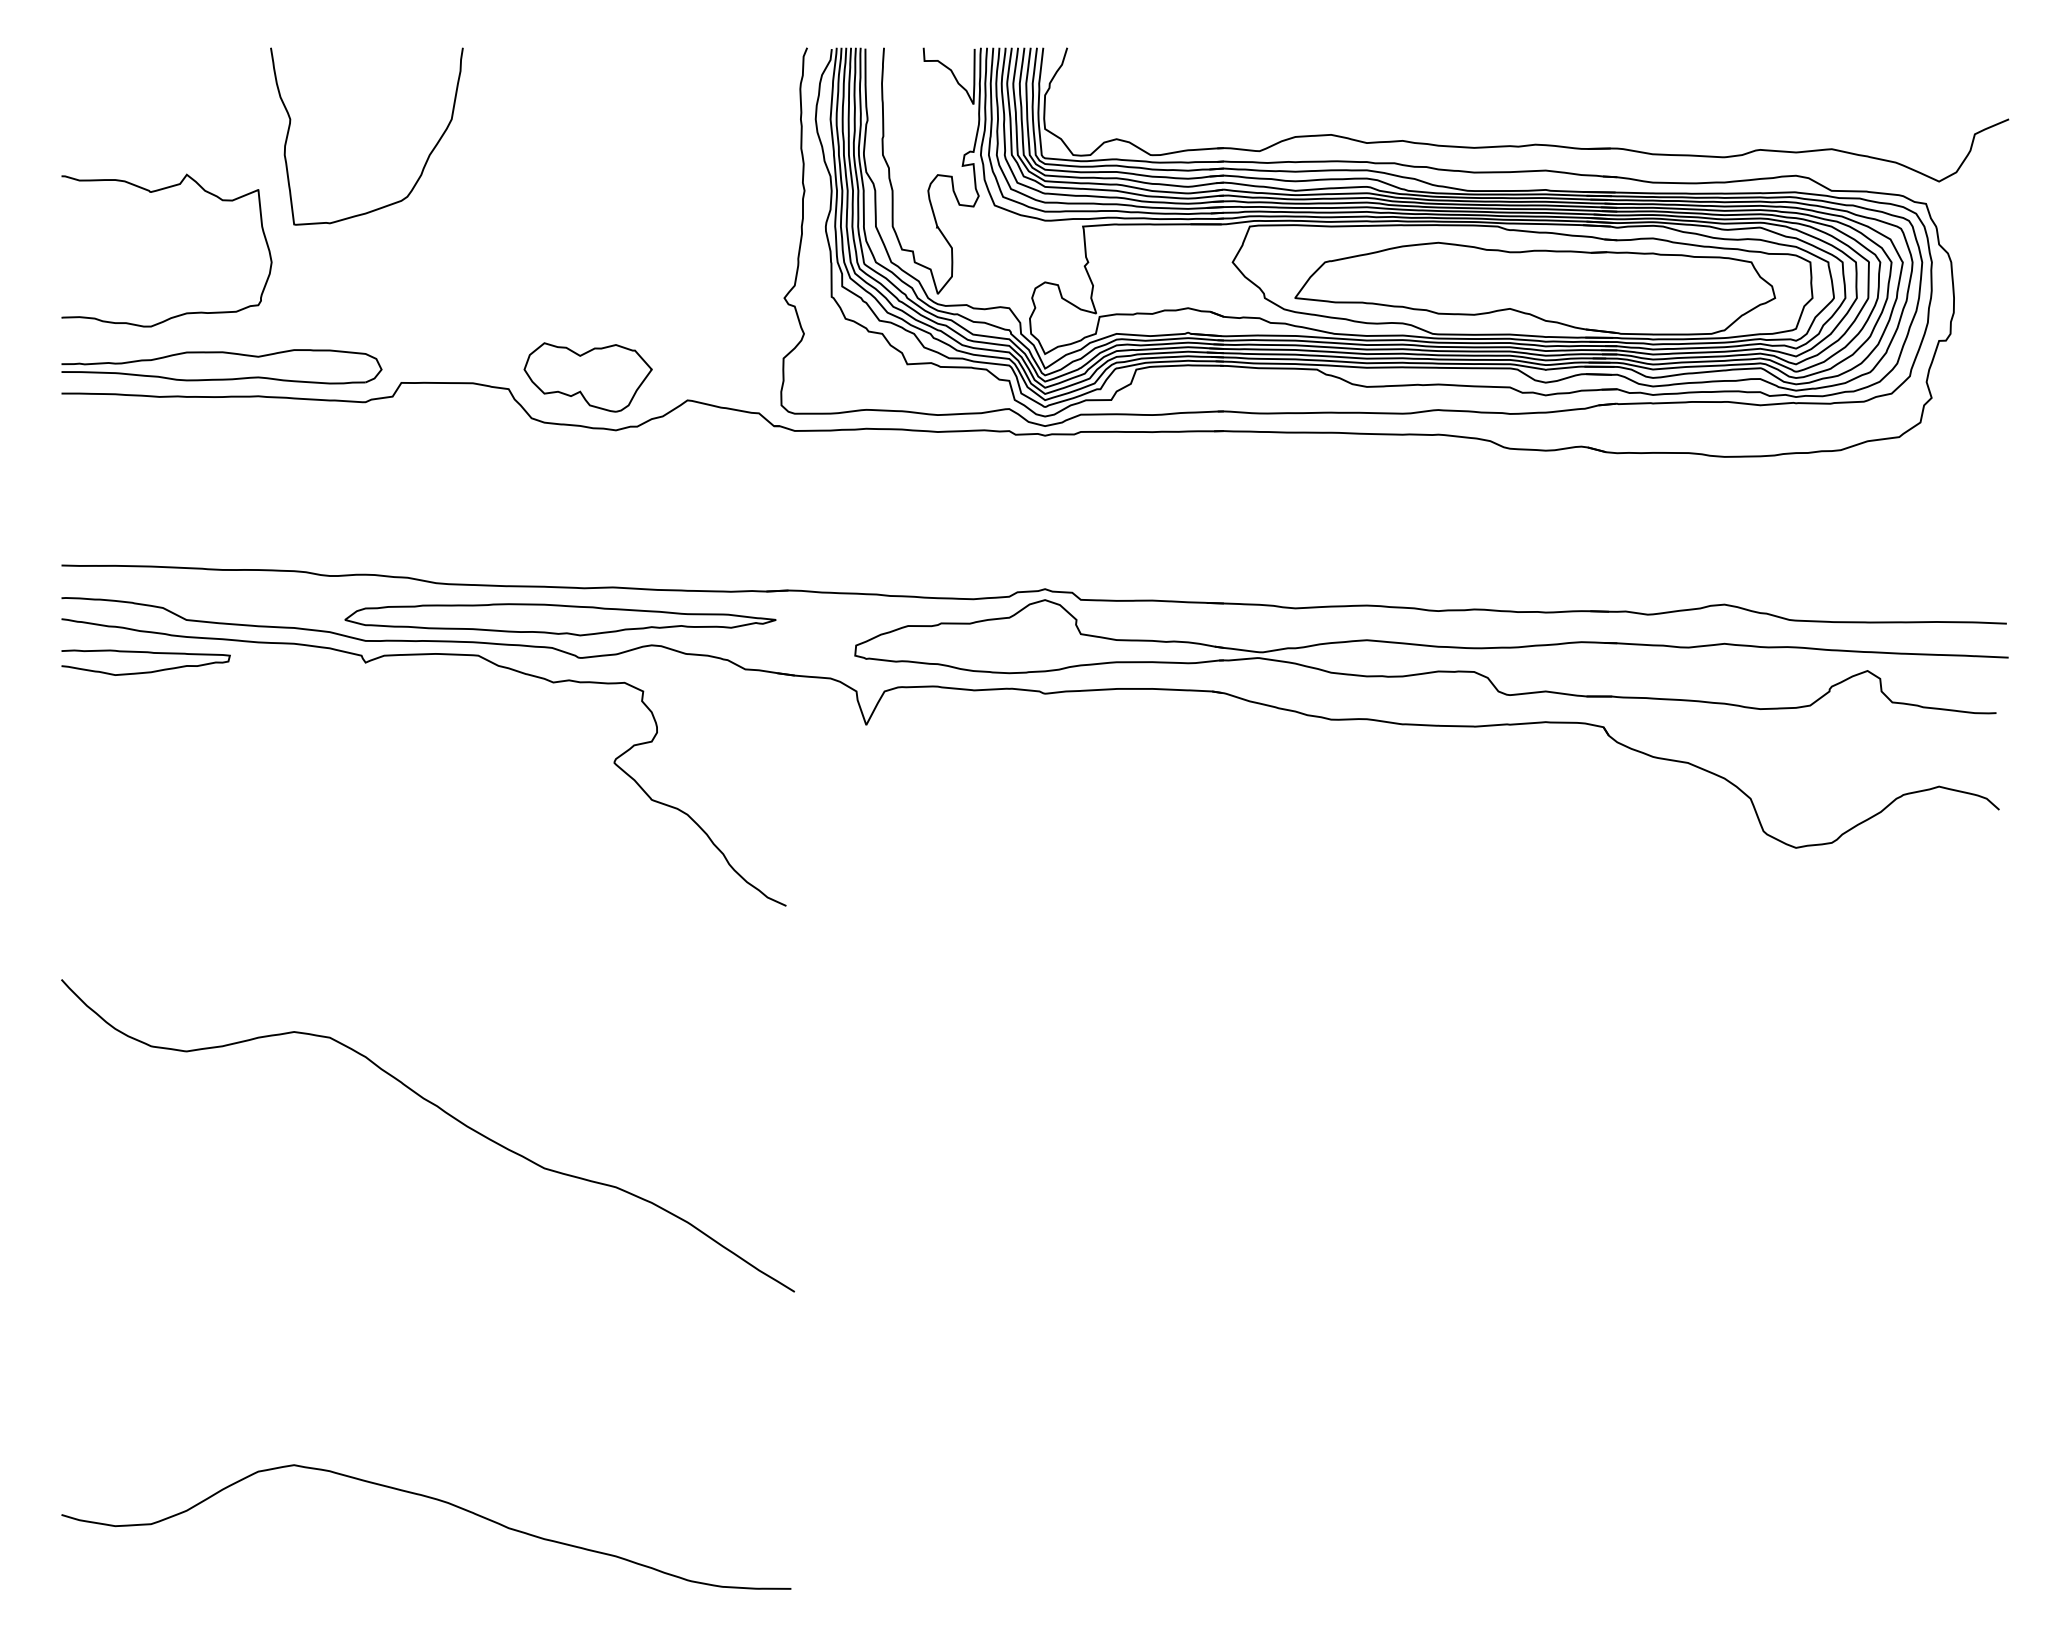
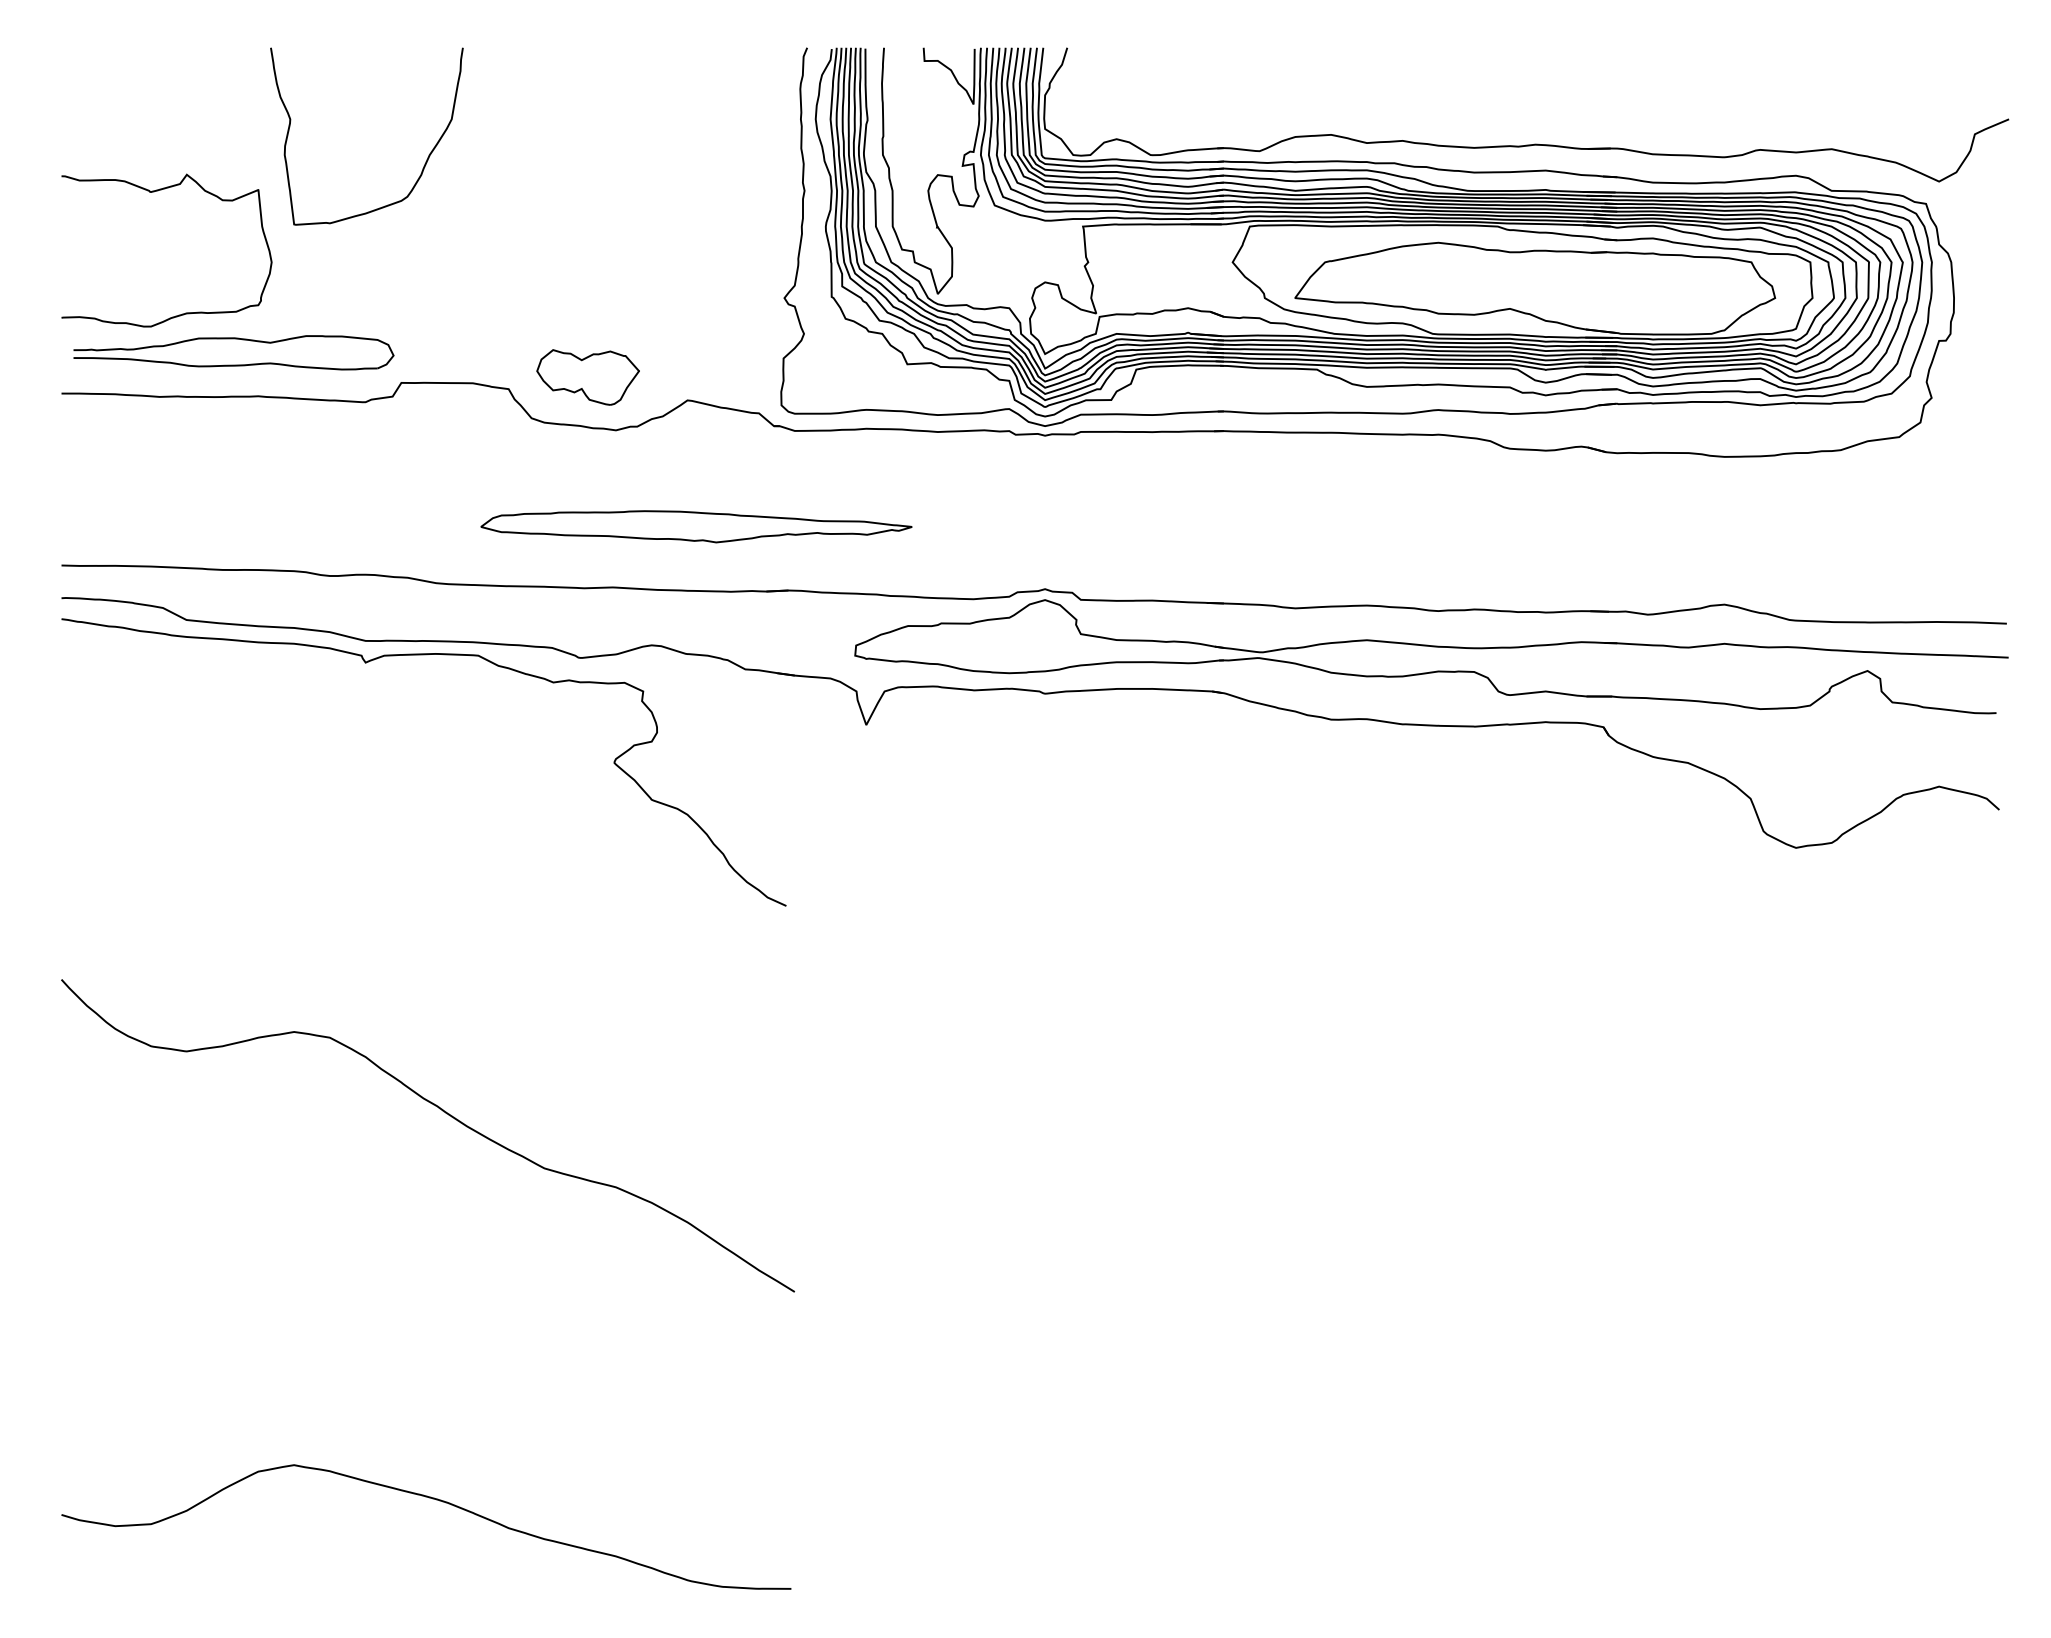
part at (587, 377) size: 130x71 px -> 104x57 px
part at (221, 378) position: (221, 378) -> (233, 364)
part at (560, 619) position: (560, 619) -> (696, 526)
curve at (145, 653): present -> none
